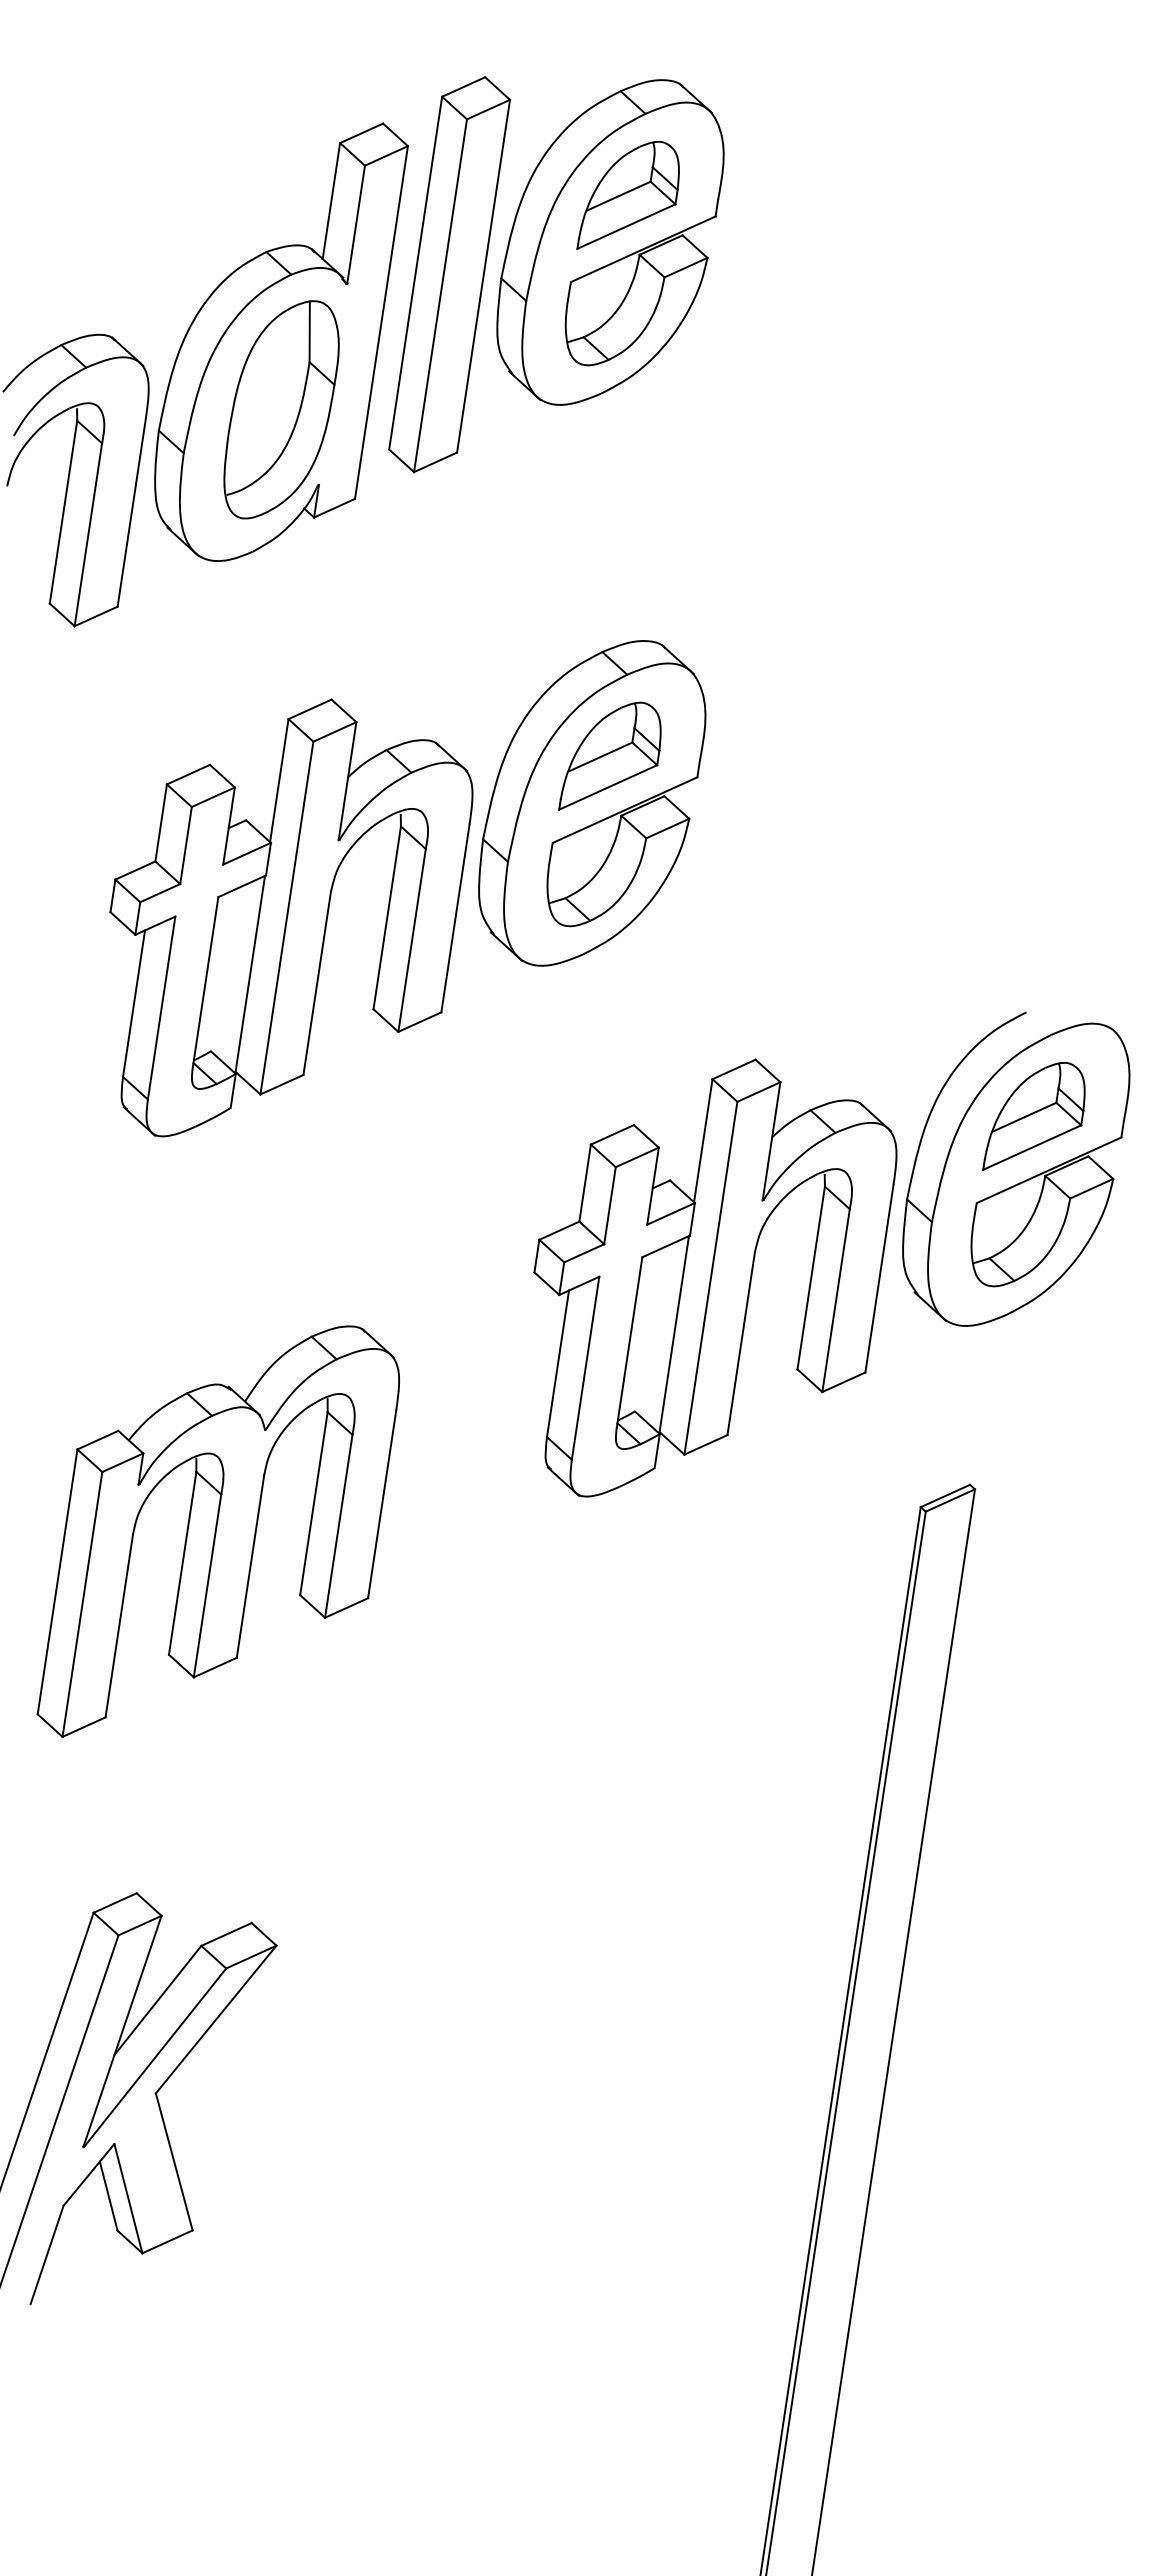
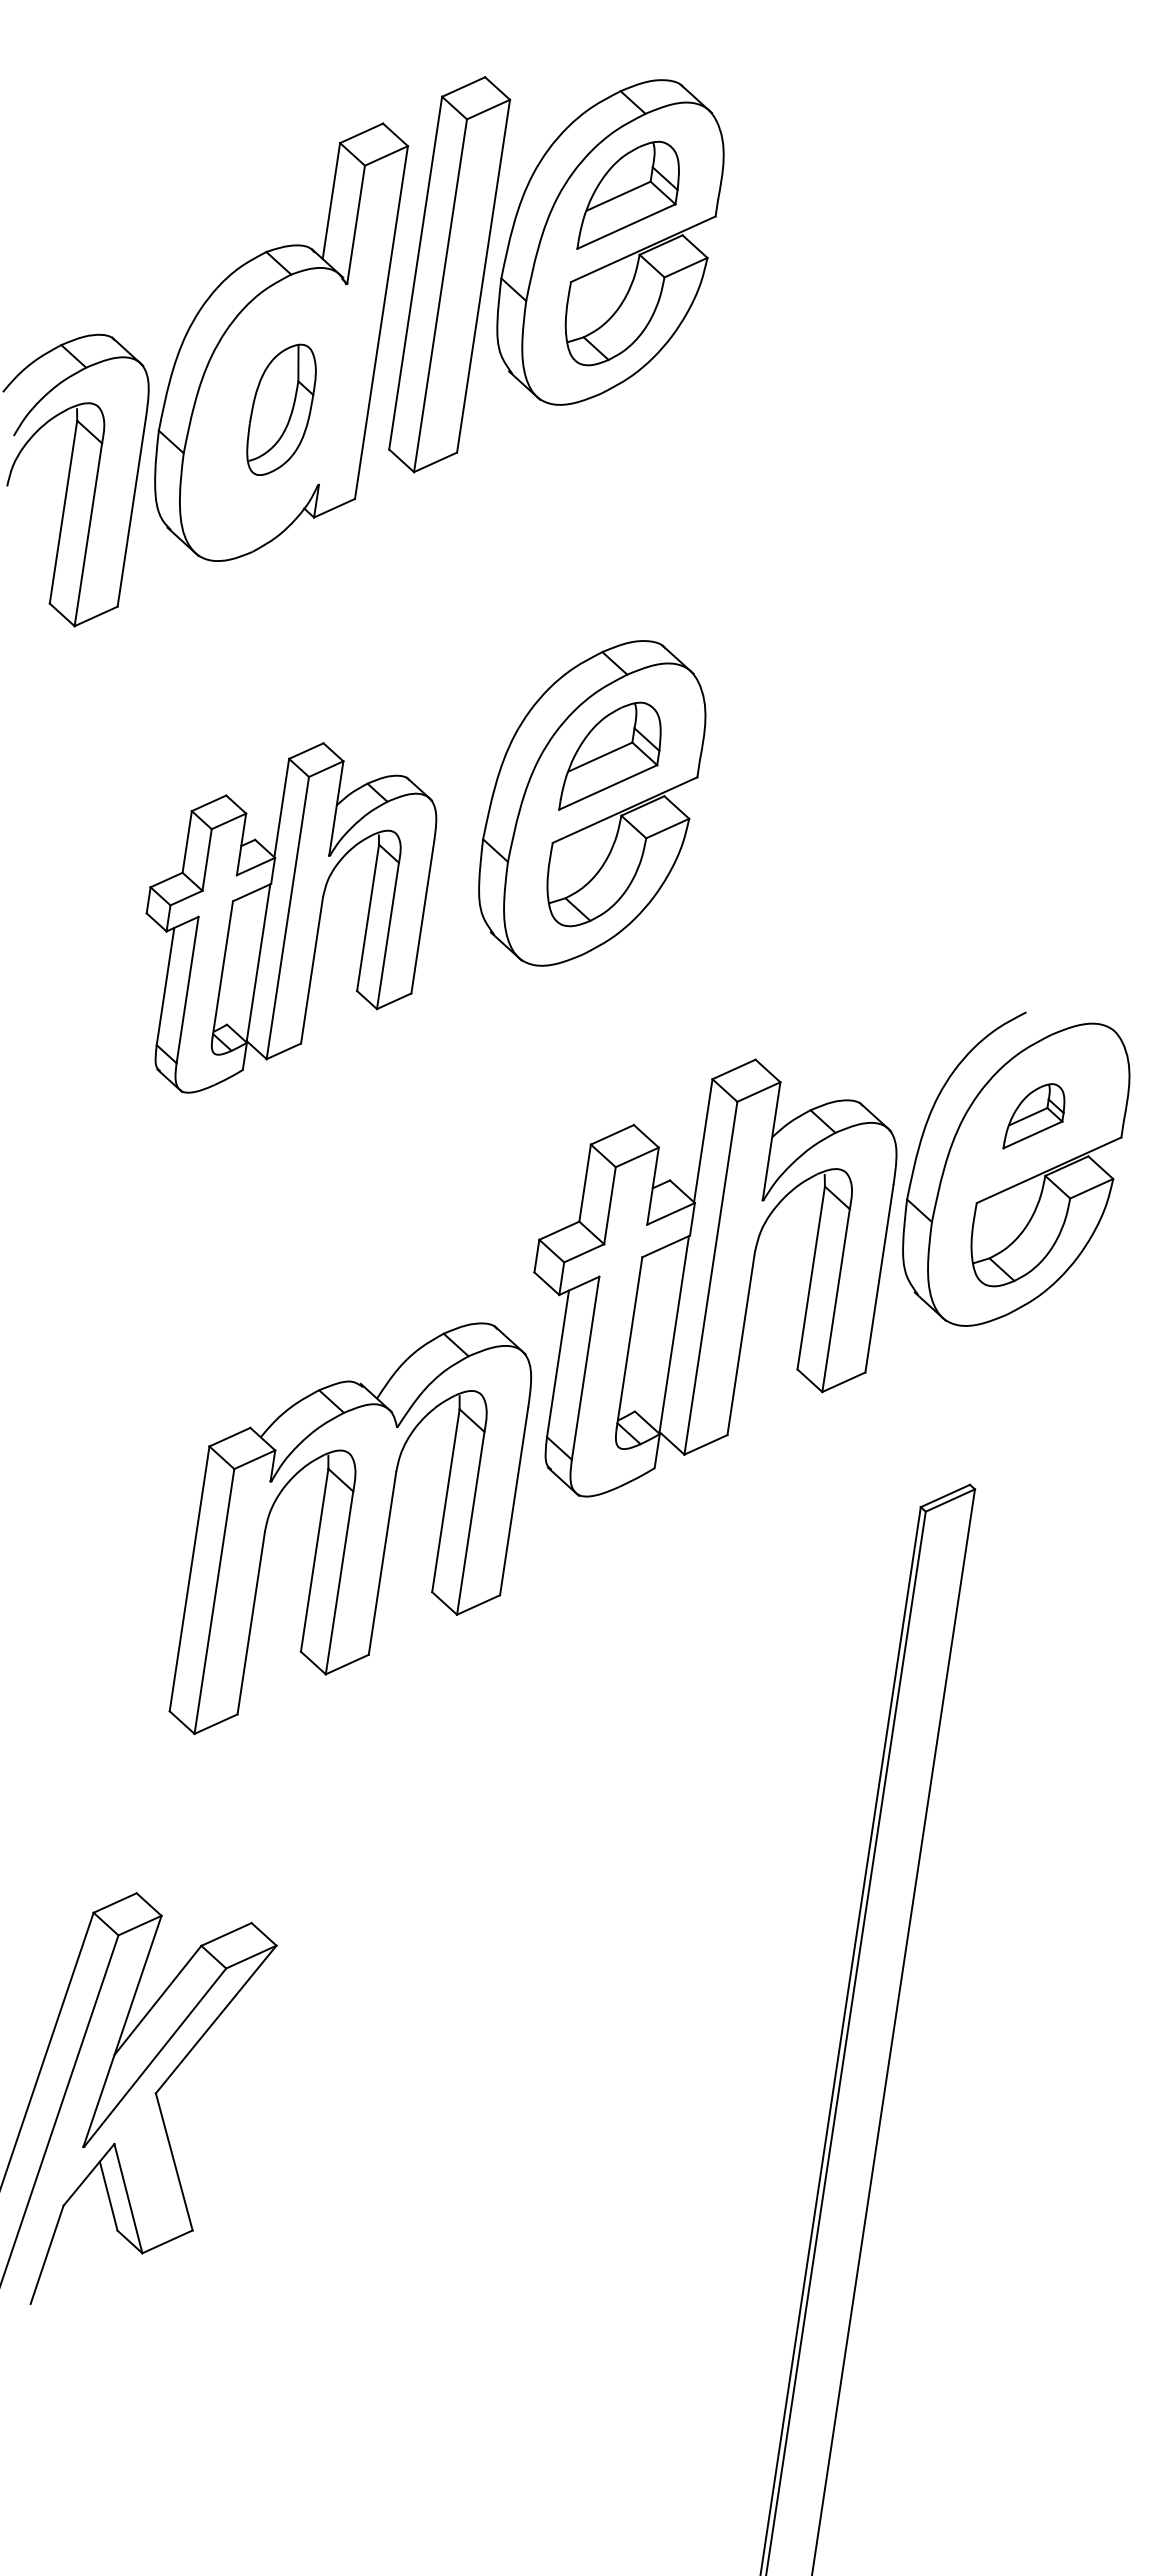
part at (281, 409) size: 117x220 px -> 71x133 px
part at (291, 917) size: 365x440 px -> 293x352 px
part at (1033, 1115) size: 104x110 px -> 64x67 px
part at (218, 1531) position: (218, 1531) -> (350, 1528)
